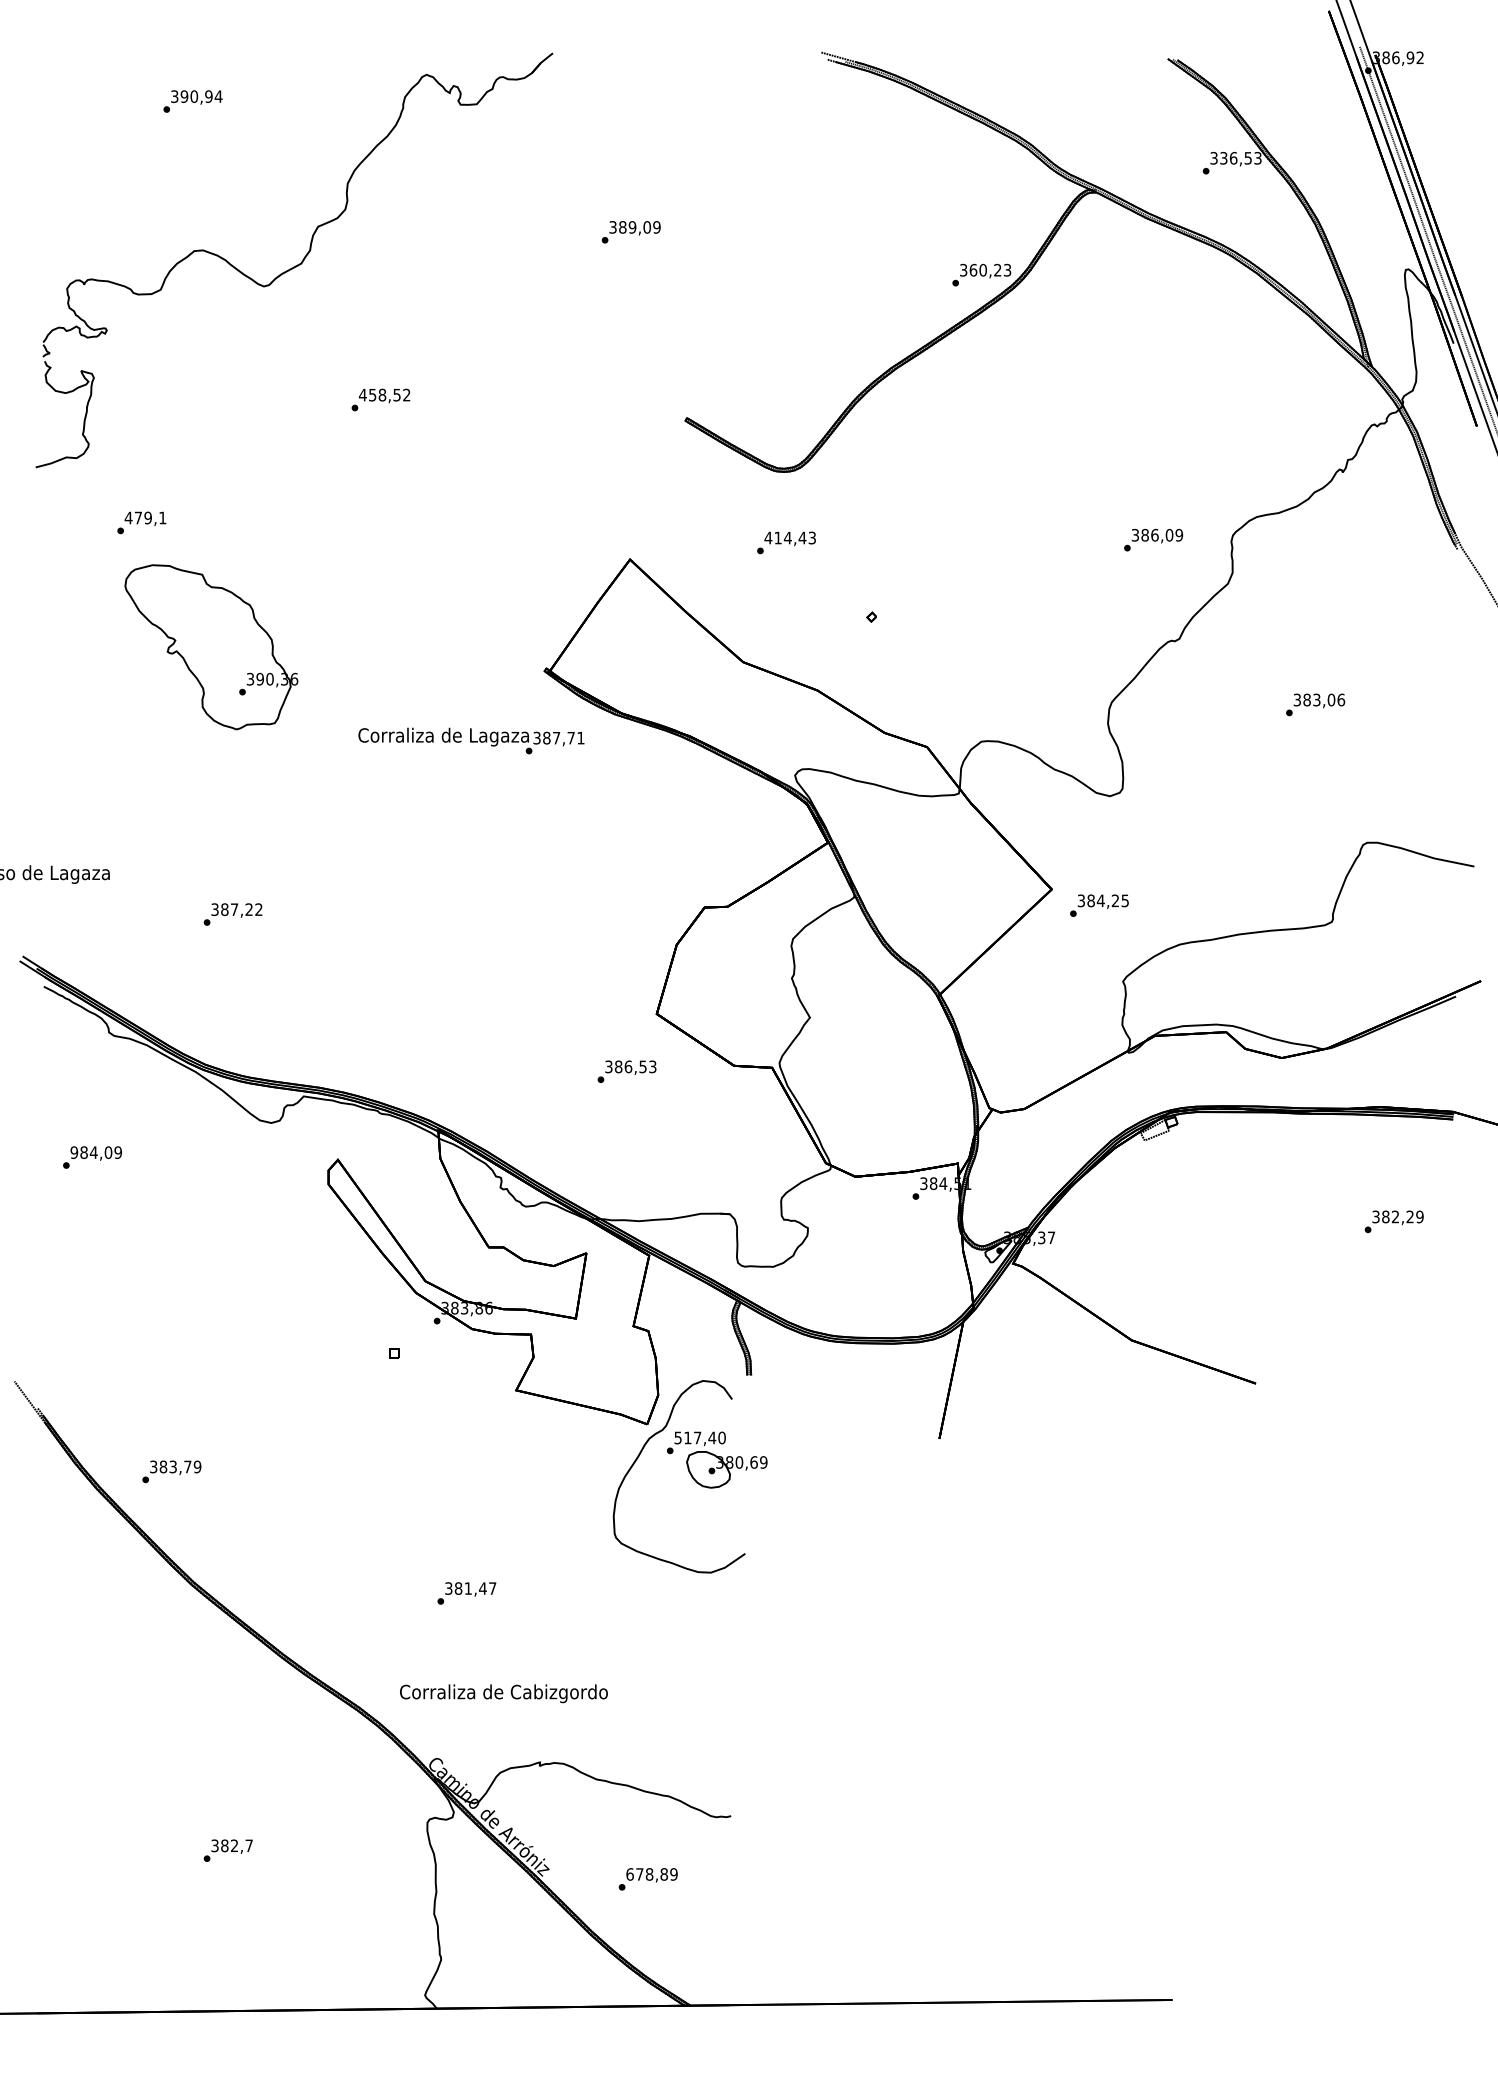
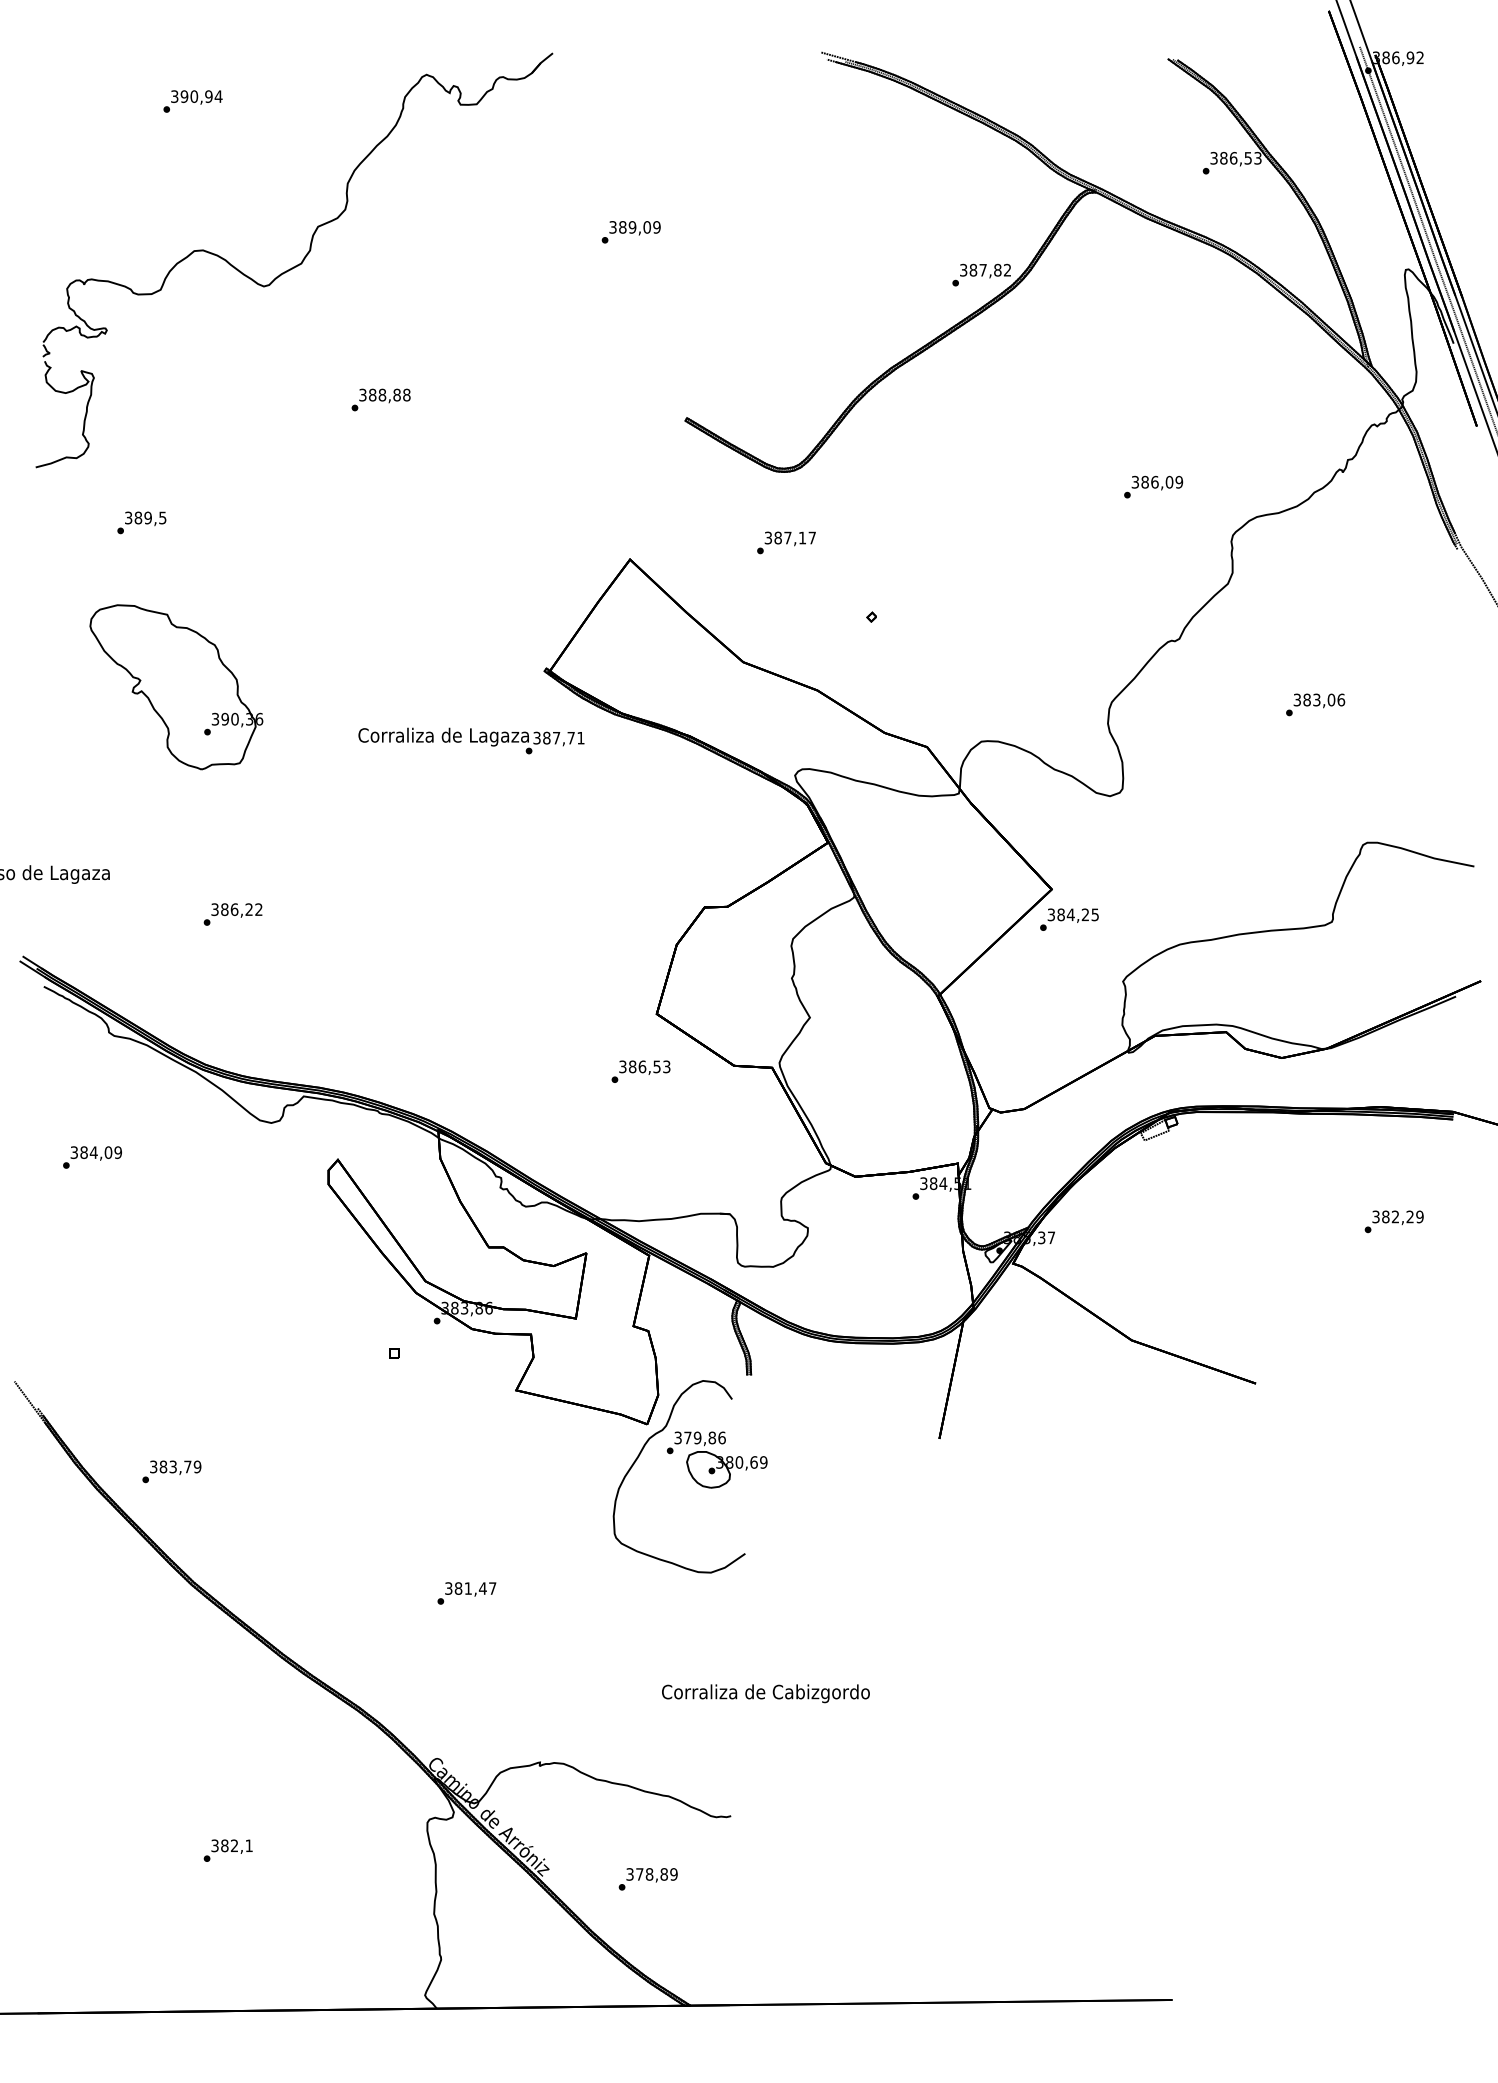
text at (1223, 158): 336,53 -> 386,53
text at (990, 269): 360,23 -> 387,82
text at (384, 394): 458,52 -> 388,88
text at (145, 517): 479,1 -> 389,5
text at (789, 537): 414,43 -> 387,17
text at (1153, 539) position: (1153, 539) -> (1153, 486)
part at (211, 647) position: (211, 647) -> (176, 687)
text at (1099, 905) position: (1099, 905) -> (1069, 919)
text at (234, 909): 387,22 -> 386,22
text at (626, 1071) position: (626, 1071) -> (640, 1071)
text at (74, 1152): 984,09 -> 384,09
text at (699, 1437): 517,40 -> 379,86
text at (503, 1693) position: (503, 1693) -> (765, 1693)
text at (248, 1845): 382,7 -> 382,1
text at (629, 1874): 678,89 -> 378,89
